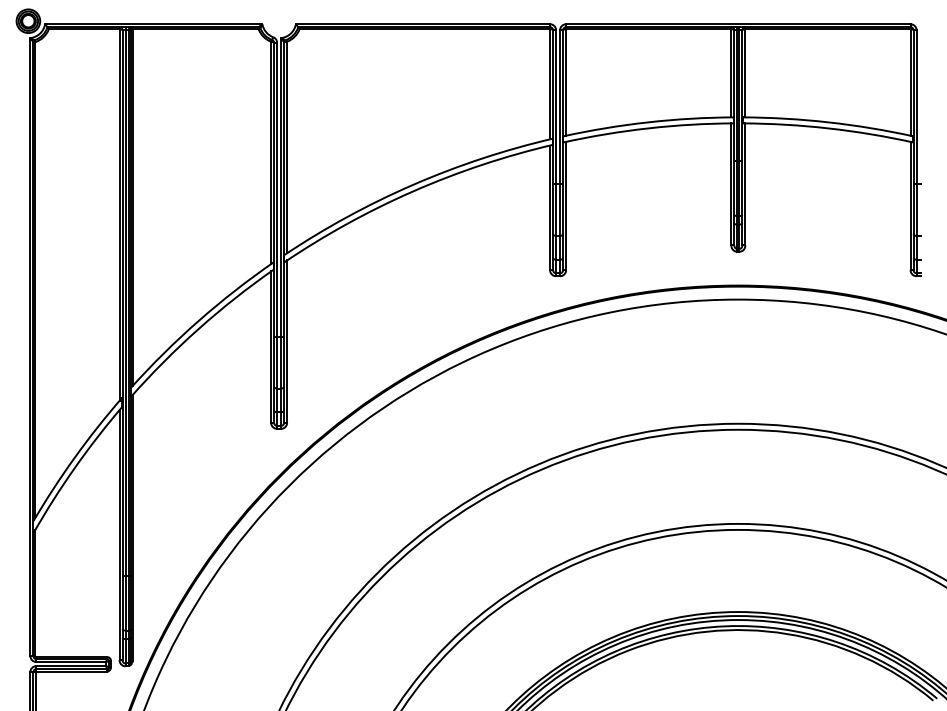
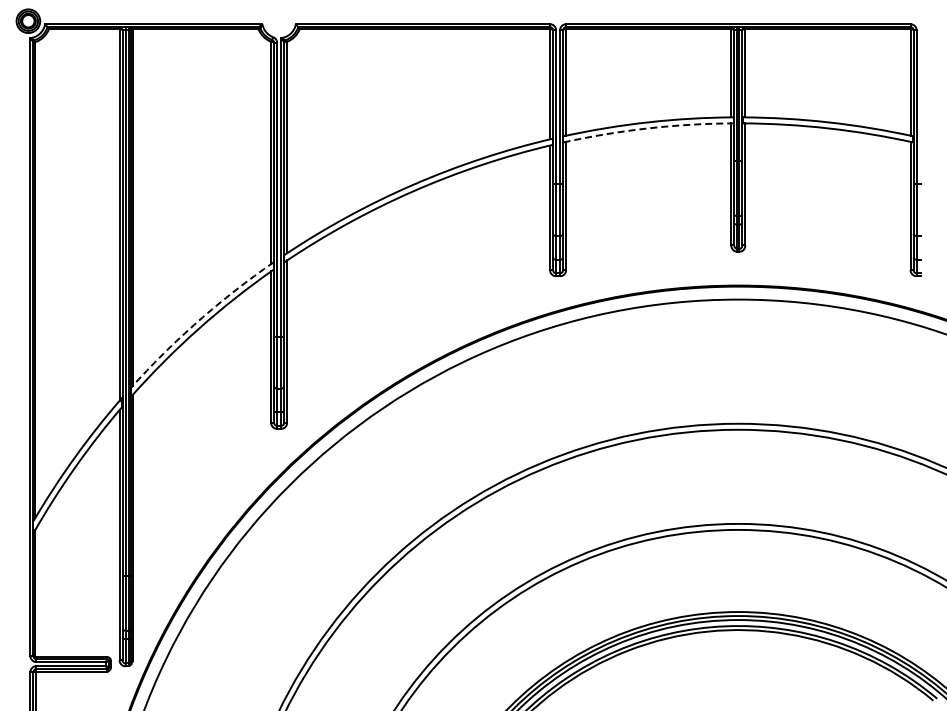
arc at (648, 128): solid -> dashed
arc at (198, 321): solid -> dashed
